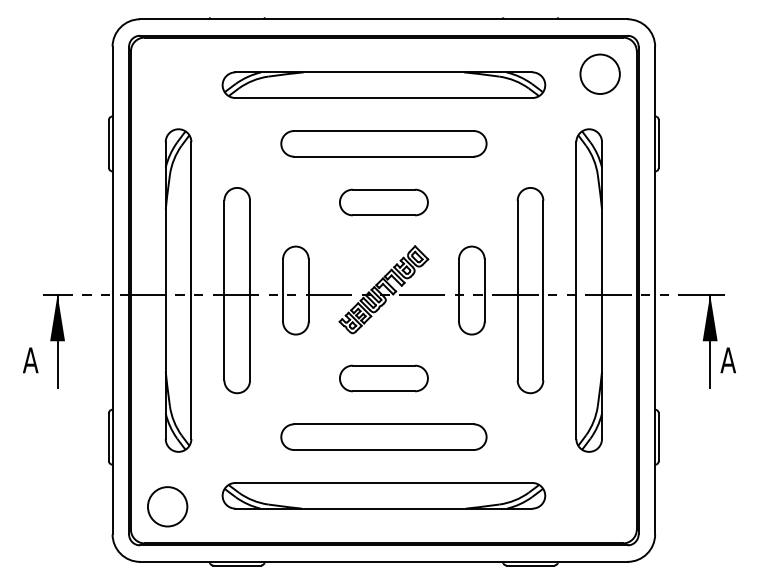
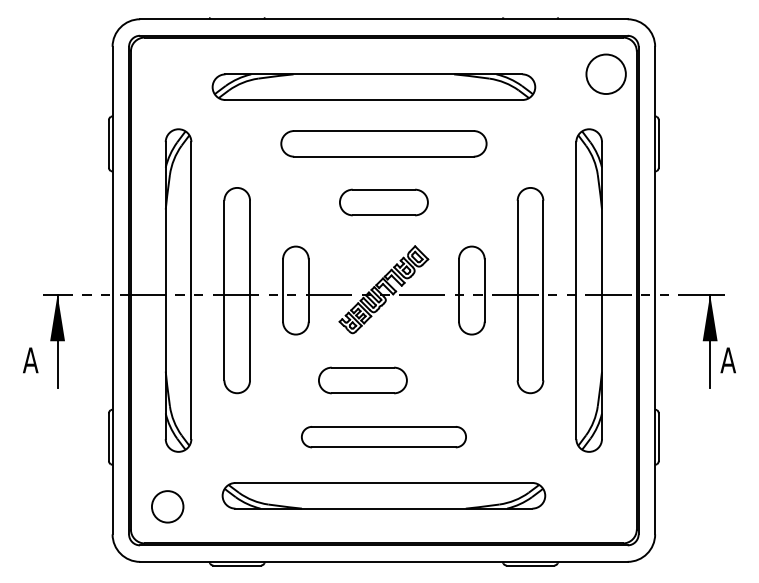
circle at (599, 73) position: (599, 73) -> (605, 73)
part at (383, 84) position: (383, 84) -> (373, 86)
part at (383, 378) position: (383, 378) -> (362, 380)
part at (383, 436) size: 208x28 px -> 166x23 px
circle at (167, 506) size: 42x42 px -> 34x34 px
